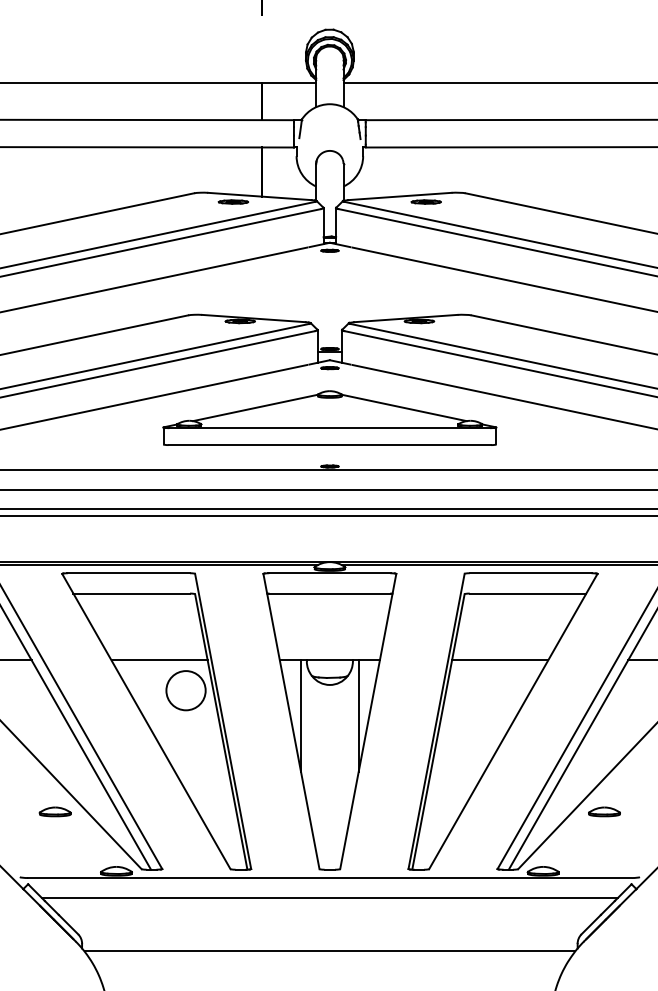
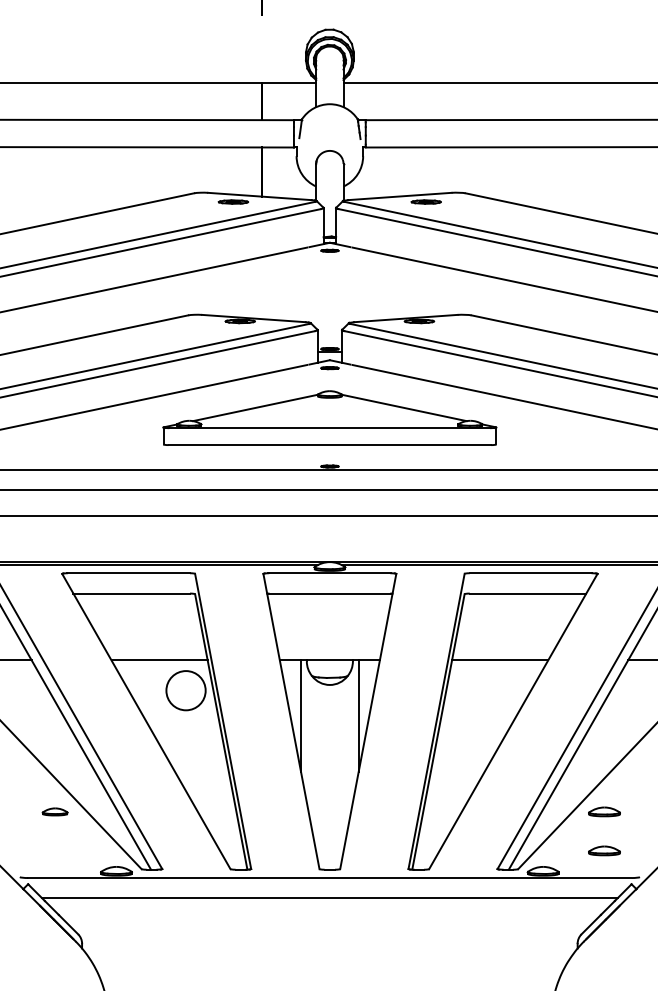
line at (328, 508): present -> none
part at (54, 811) size: 34x12 px -> 28x10 px
part at (604, 850): none -> present
line at (329, 951): present -> none
